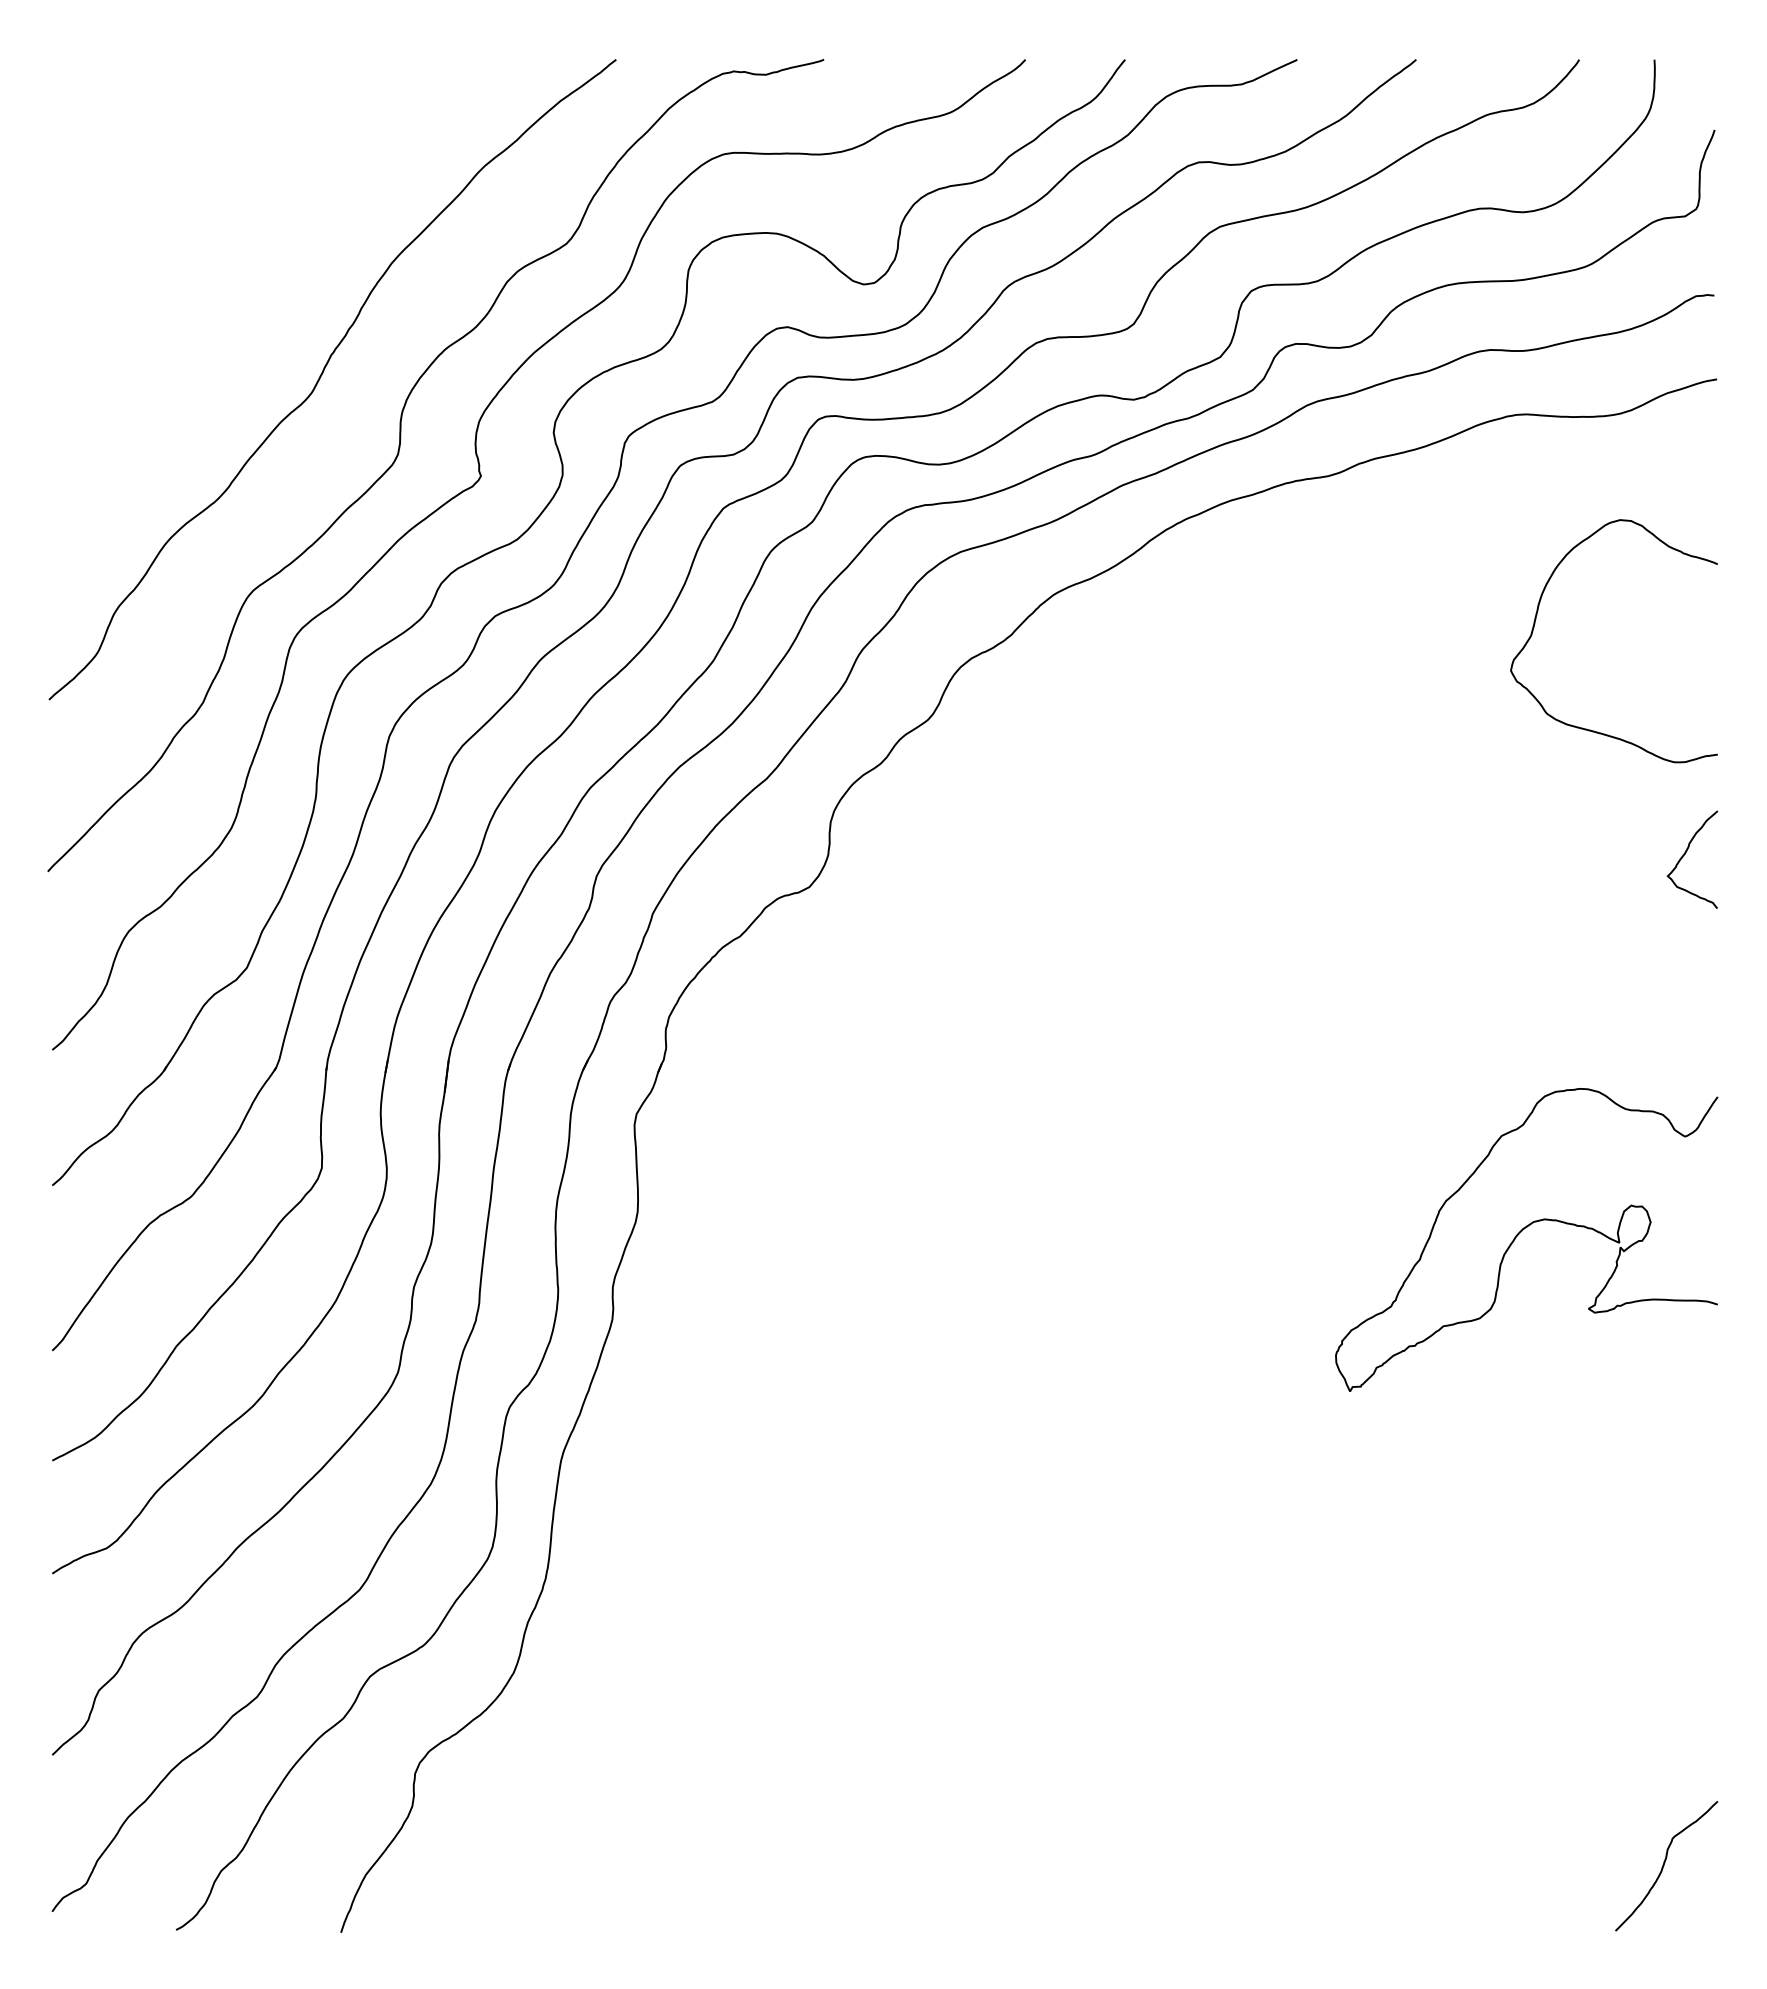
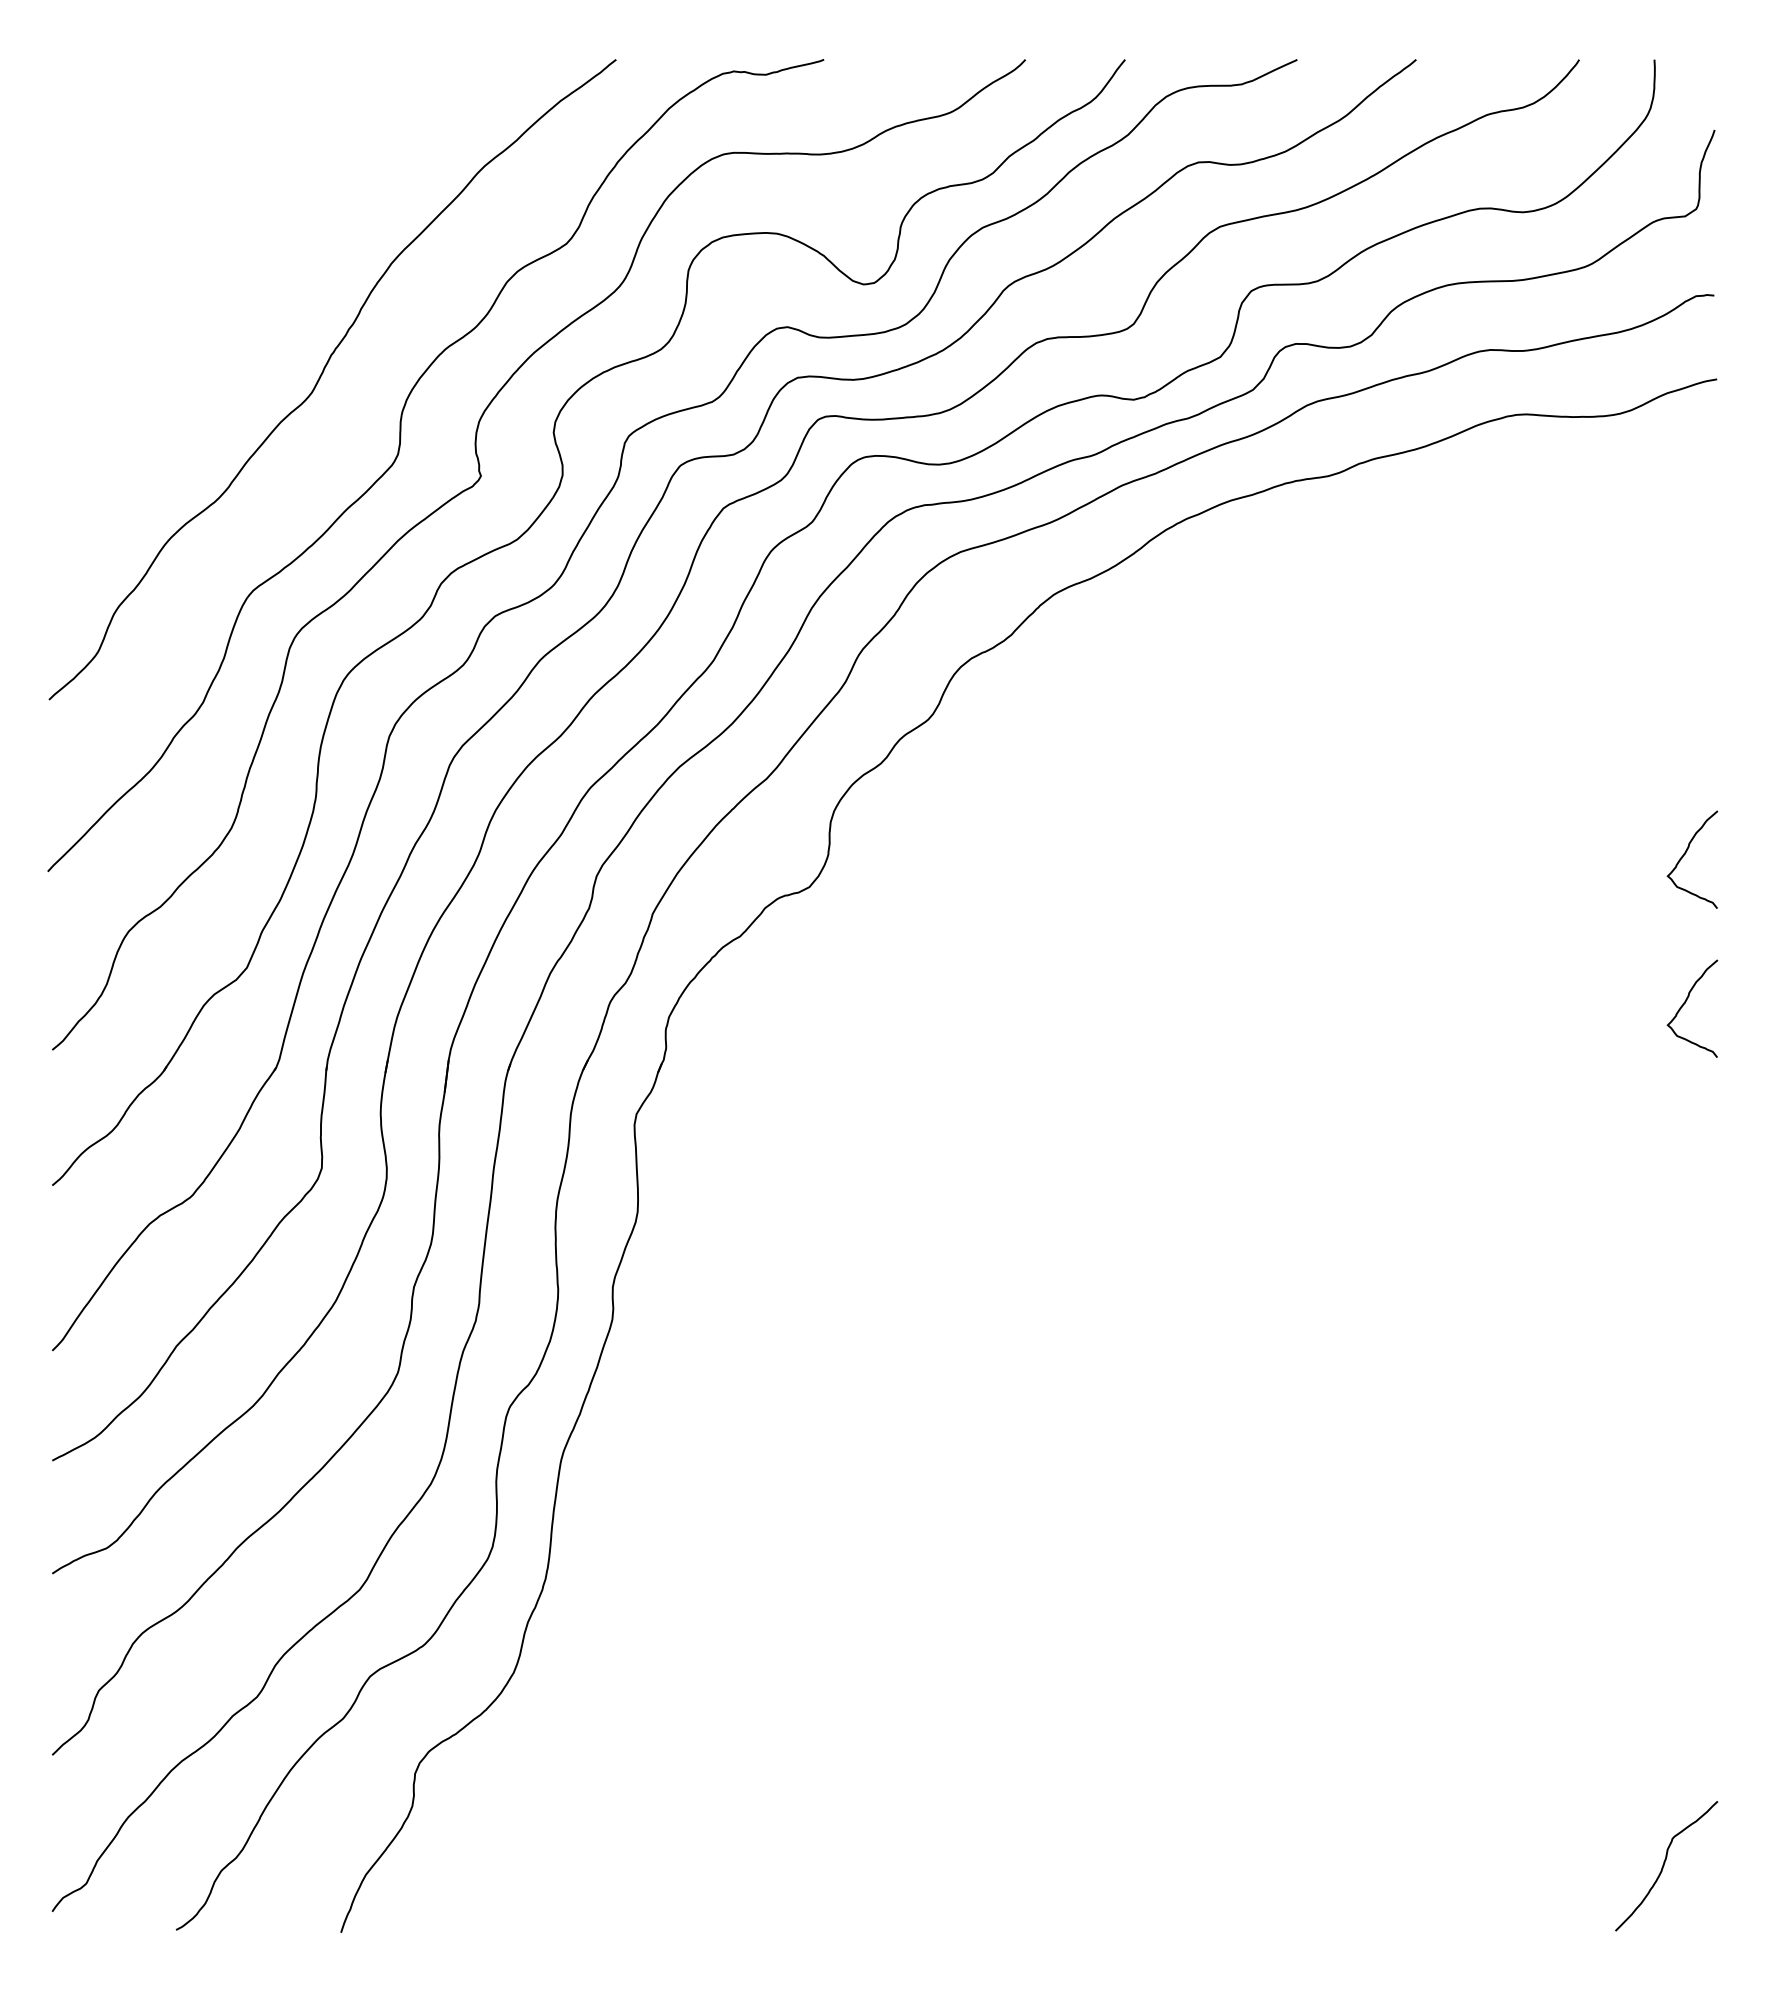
curve at (1535, 624): present -> none
curve at (1686, 1002): none -> present
curve at (1520, 1233): present -> none
